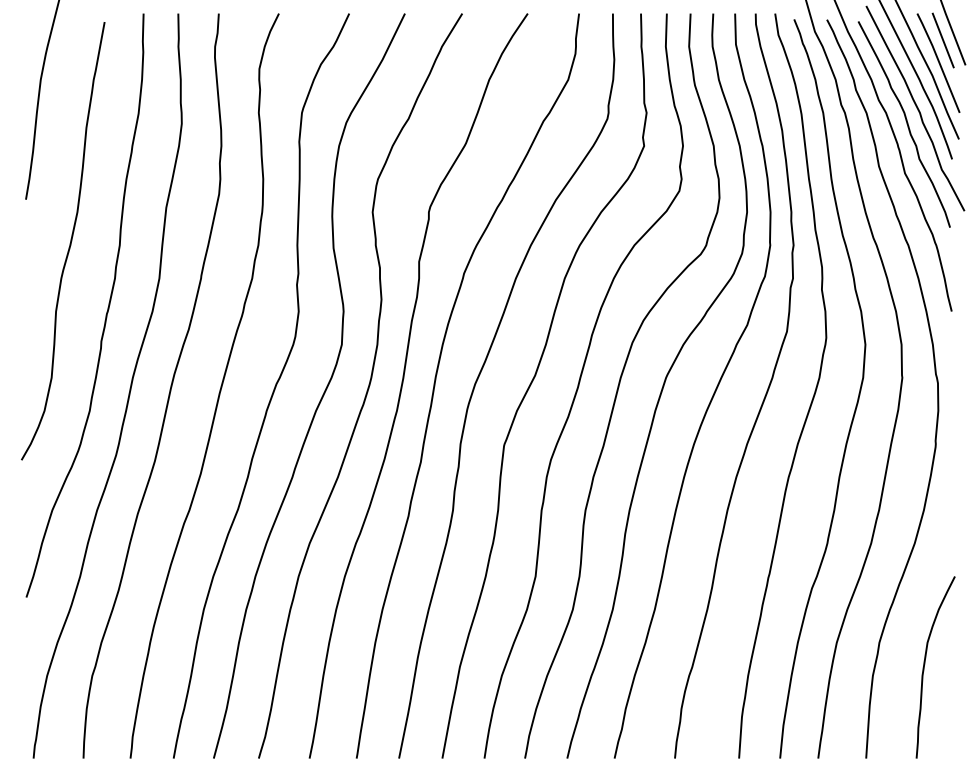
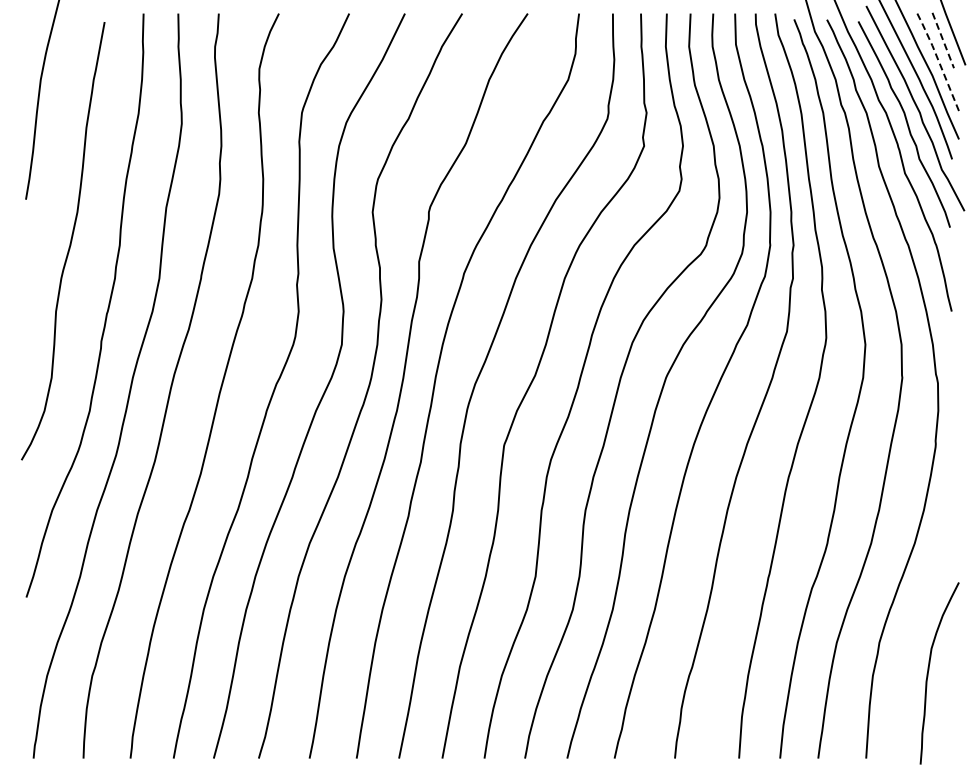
line at (943, 40): solid -> dashed
line at (938, 61): solid -> dashed
curve at (925, 664) position: (925, 664) -> (929, 670)
